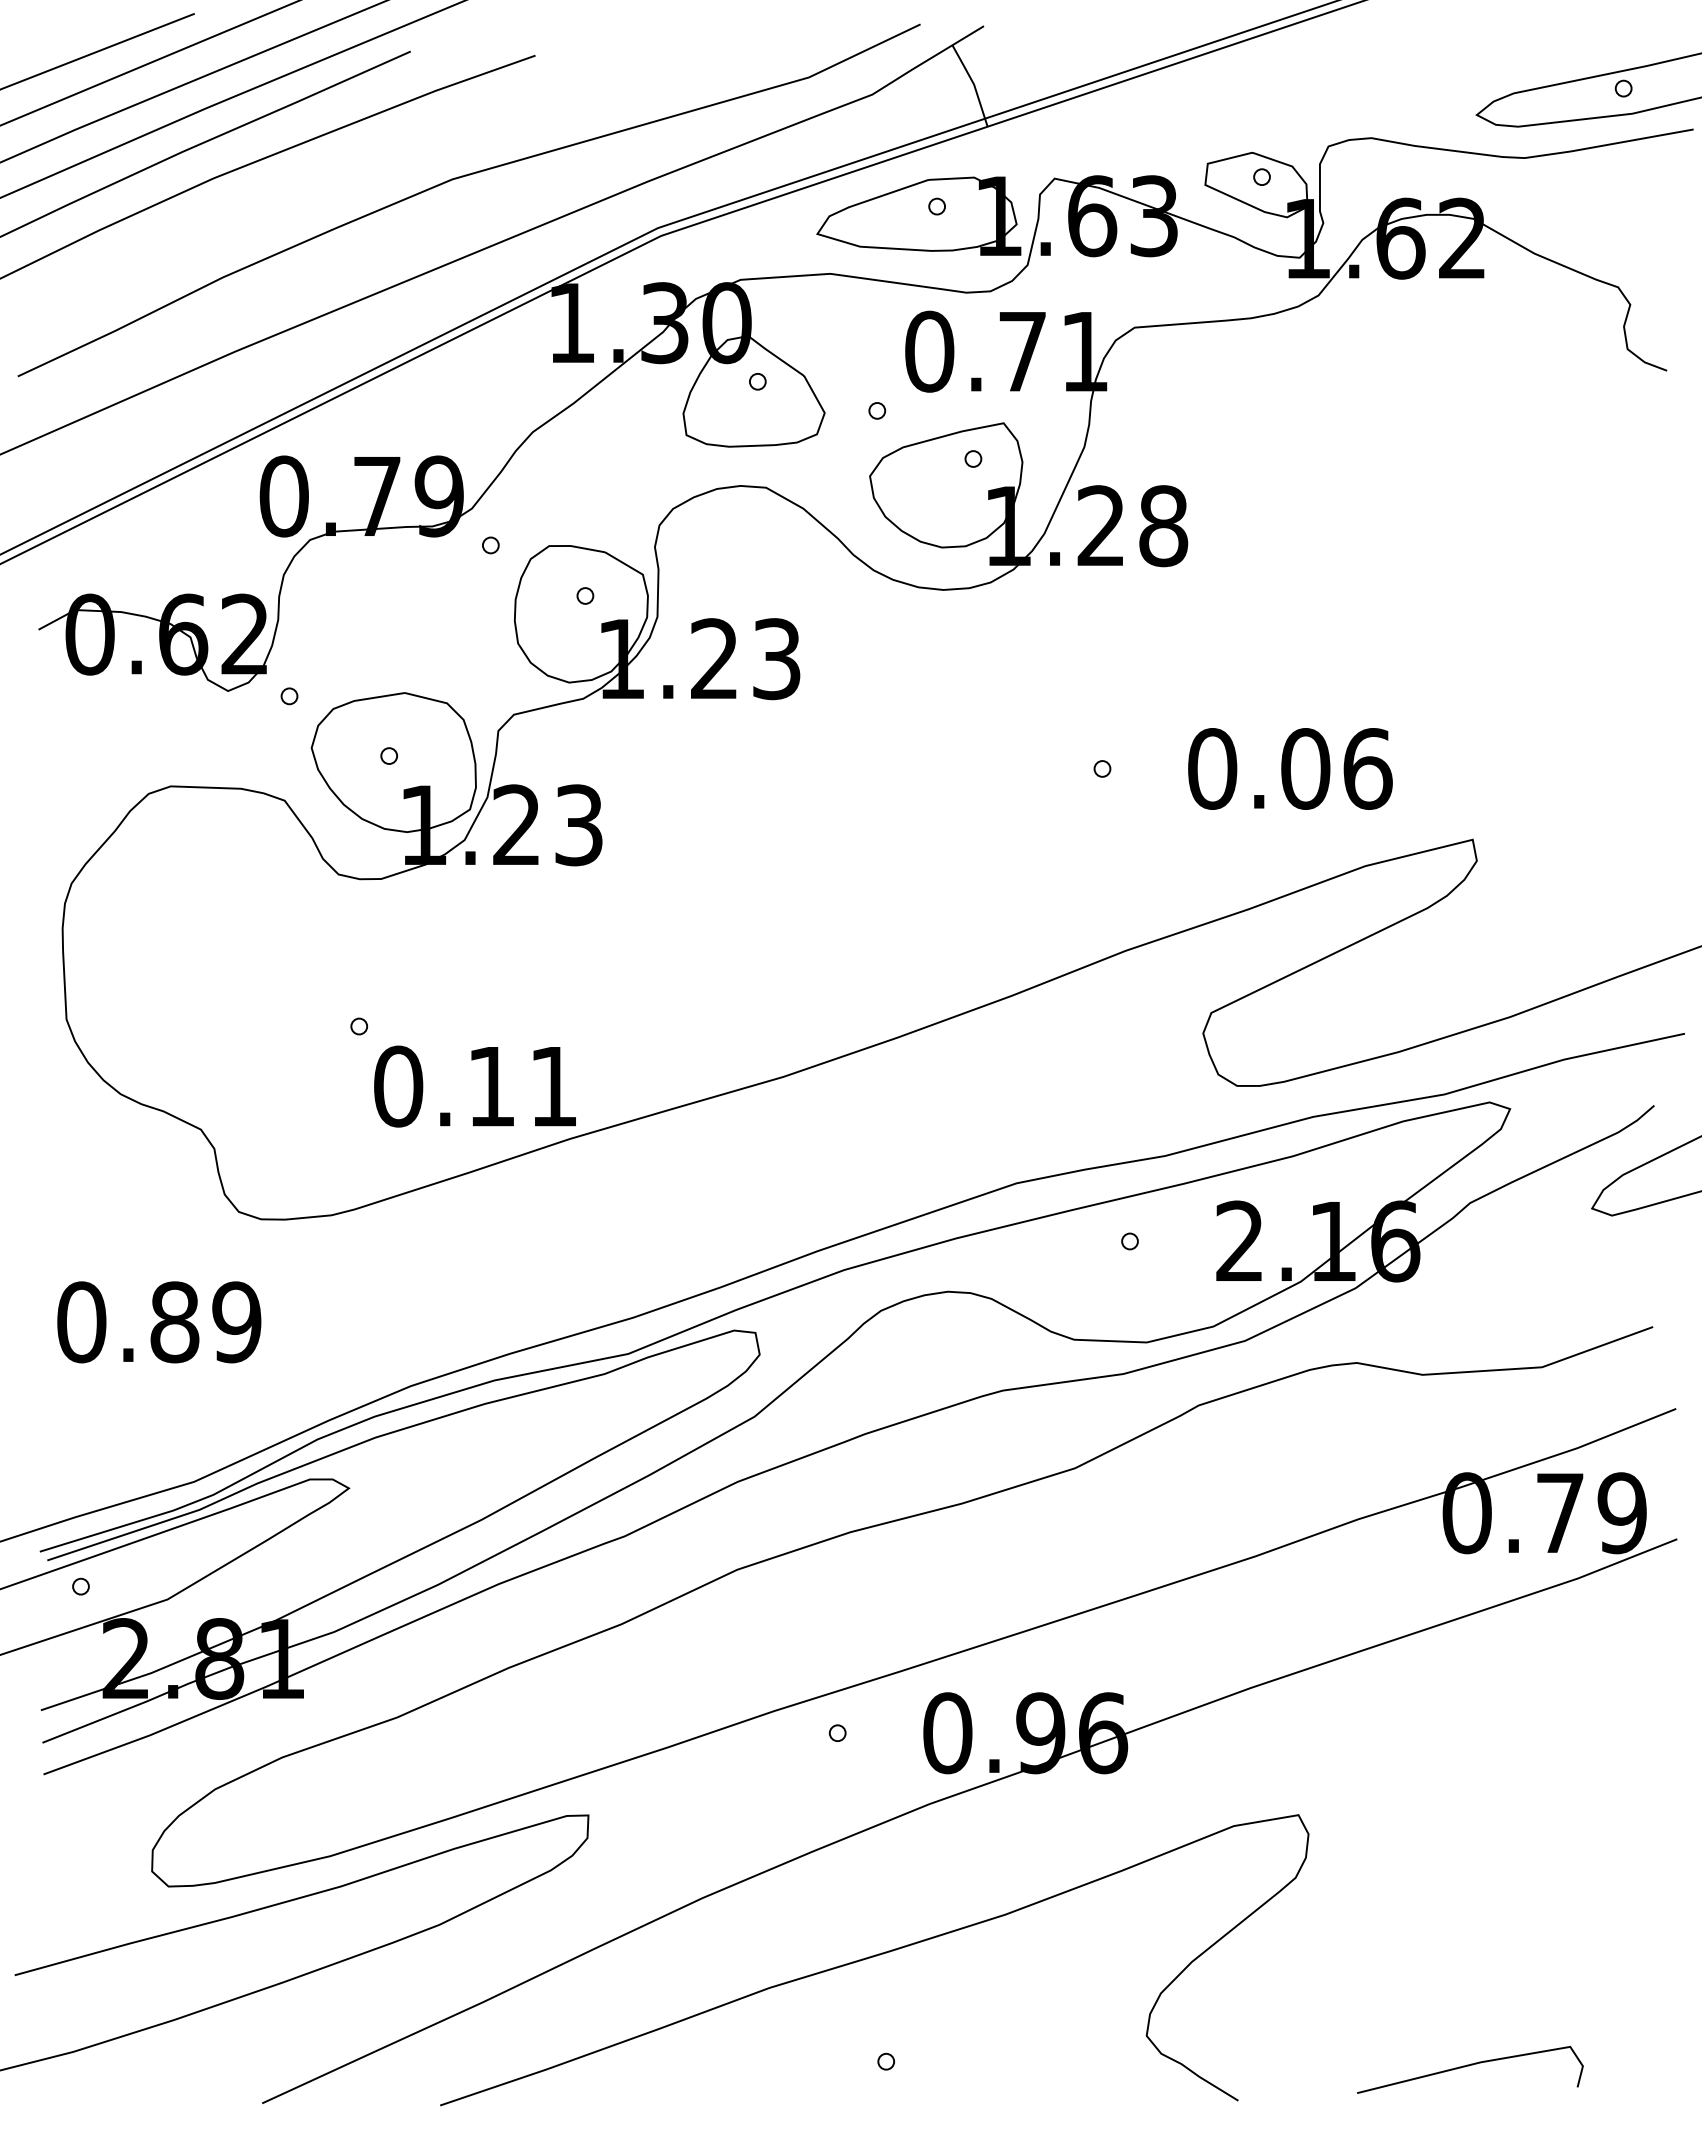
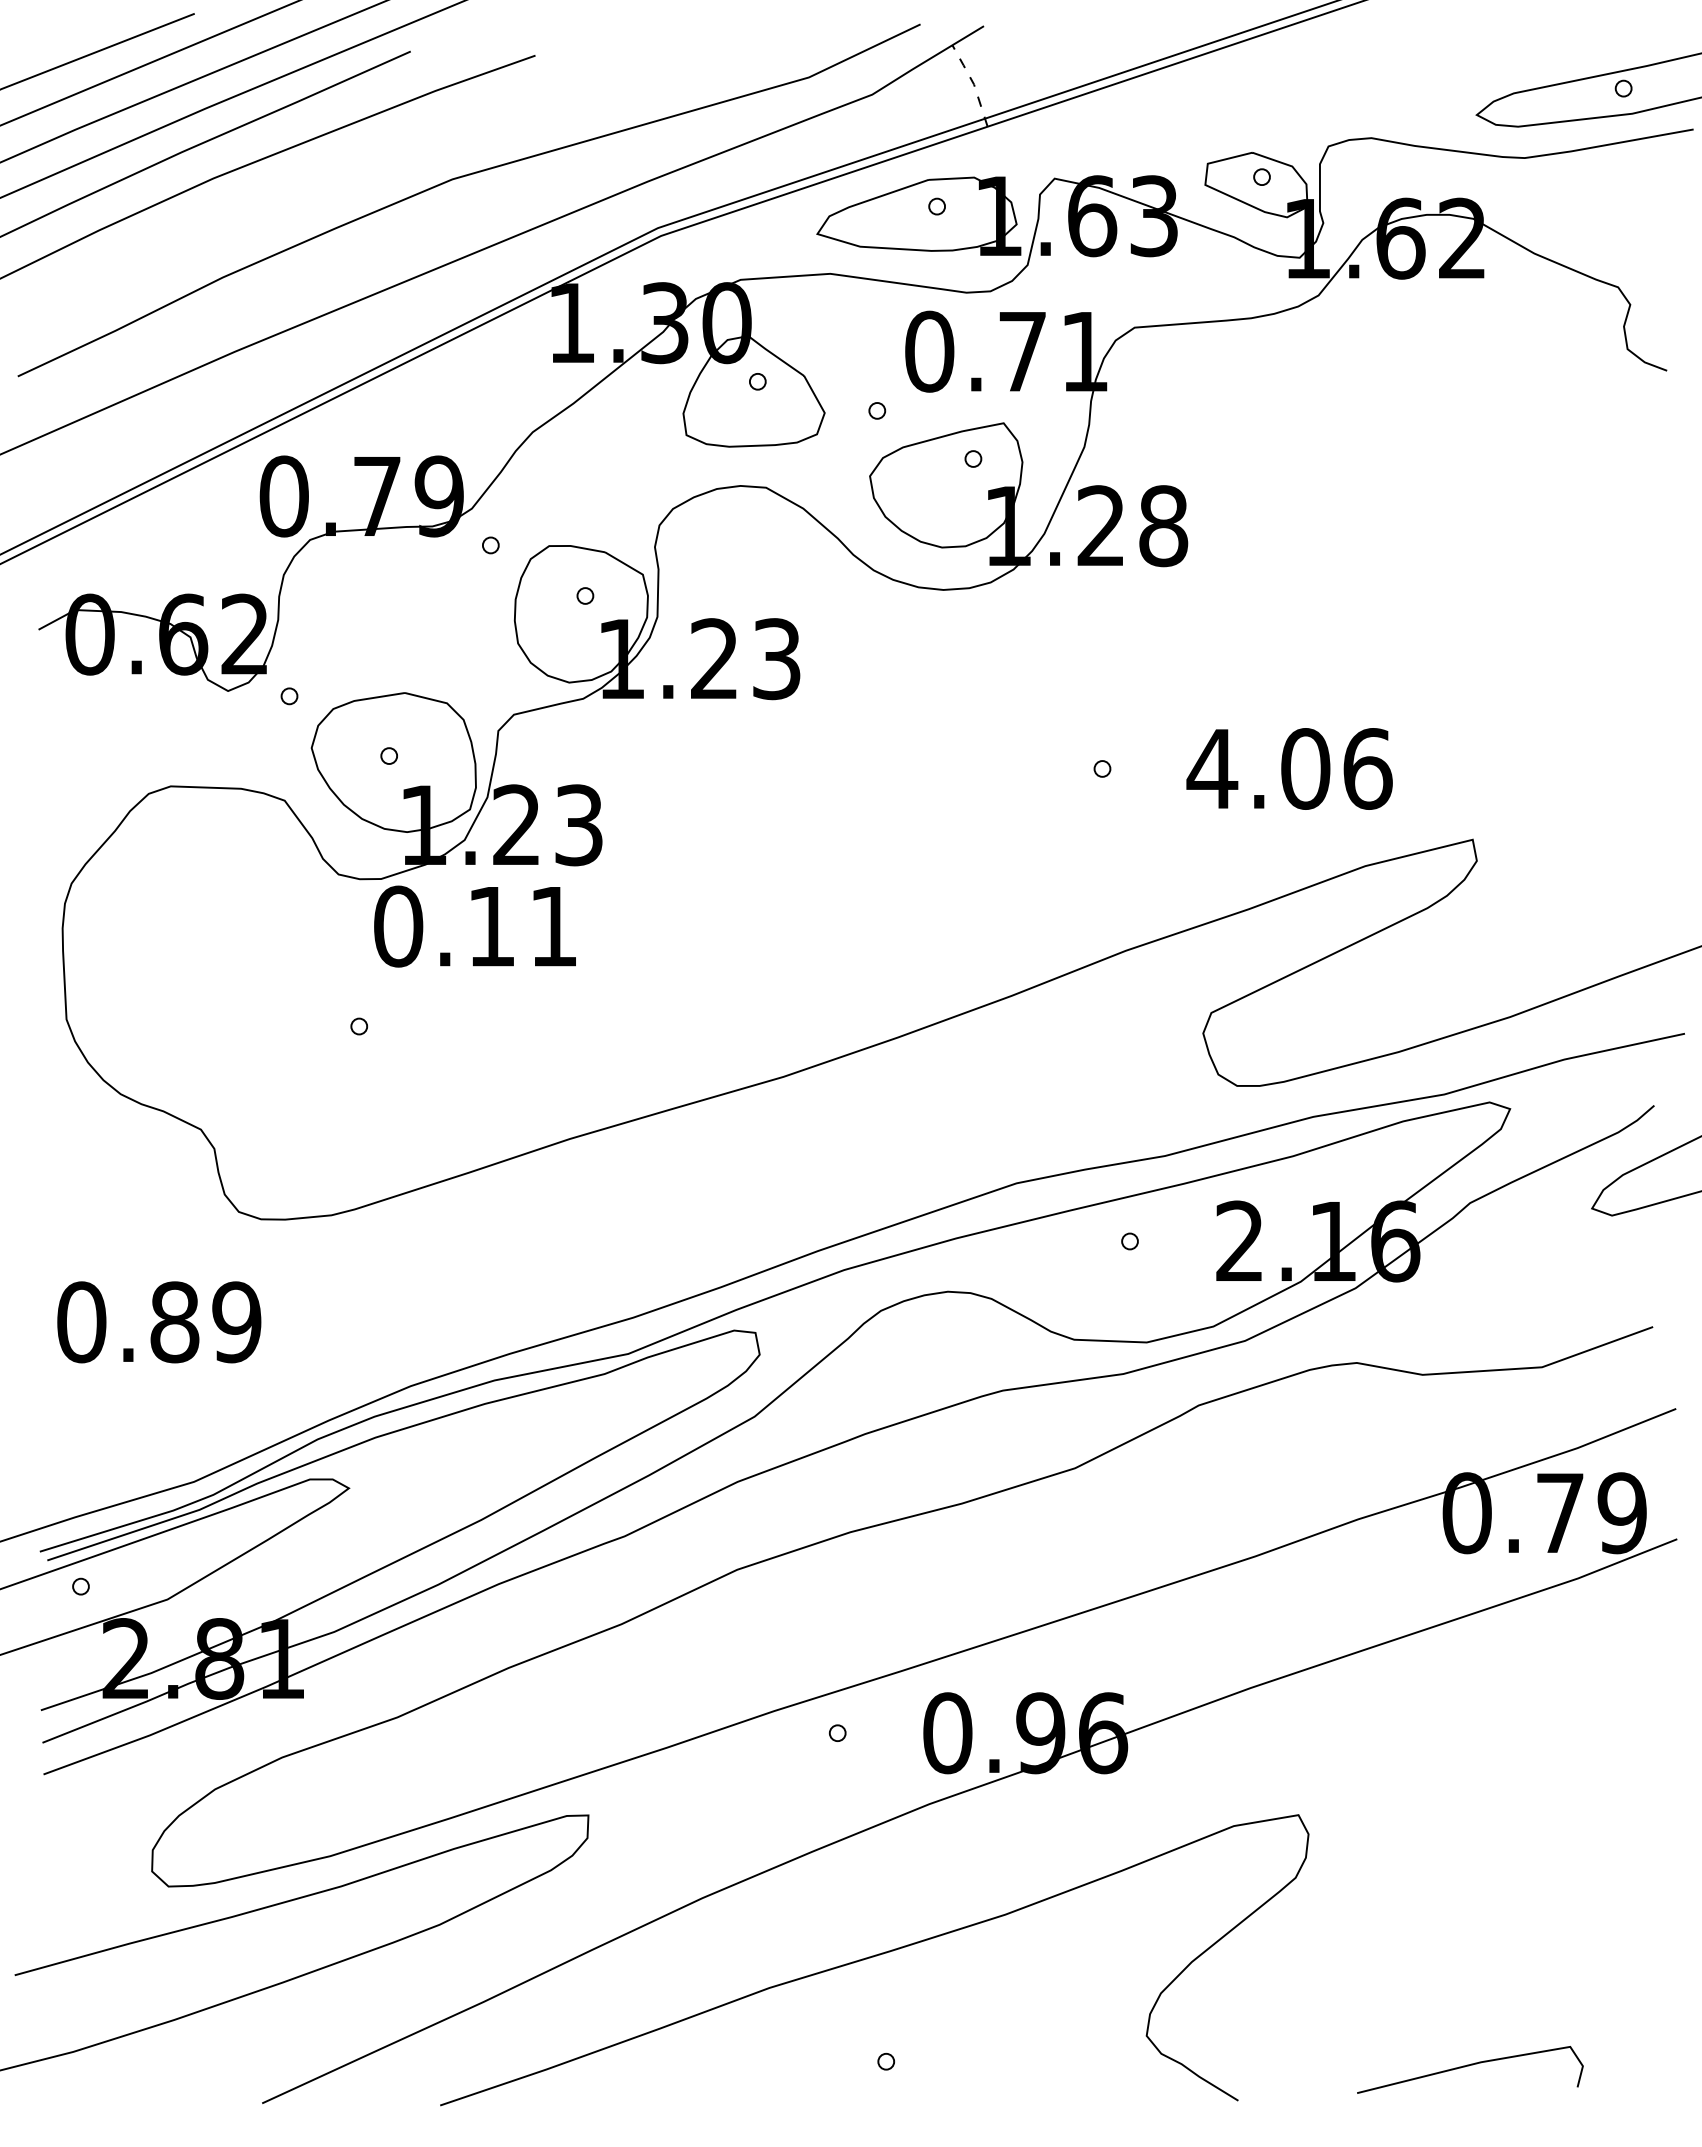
line at (973, 83): solid -> dashed
text at (1212, 768): 0.06 -> 4.06
text at (474, 1086) position: (474, 1086) -> (474, 926)
